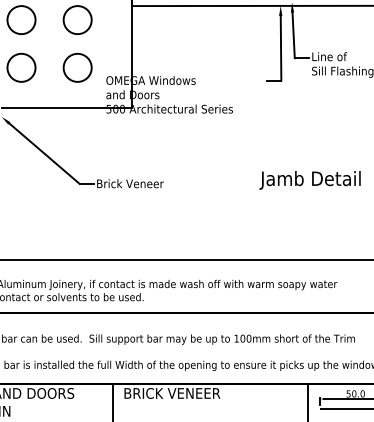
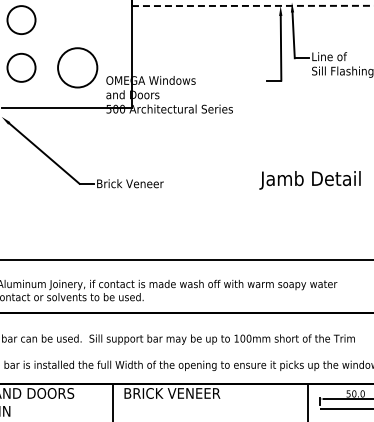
line at (252, 5): solid -> dashed
circle at (77, 19): present -> none
circle at (77, 67) diameter: 28 px -> 39 px
